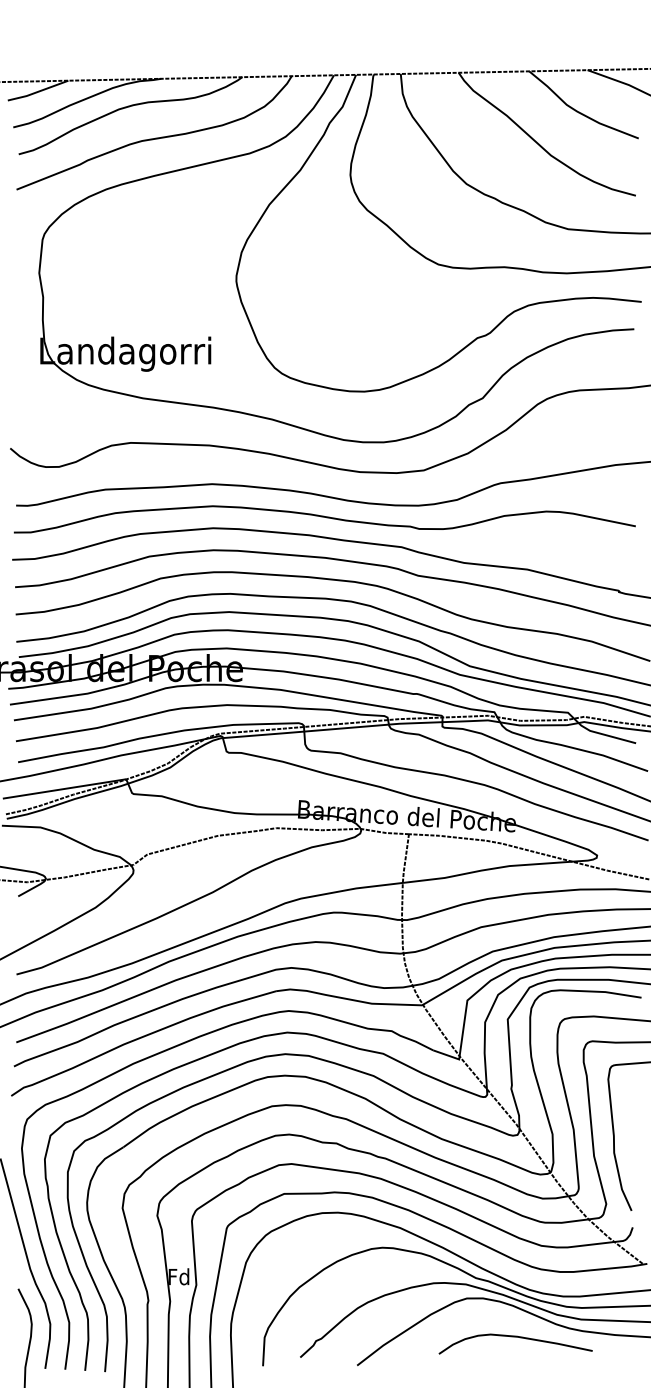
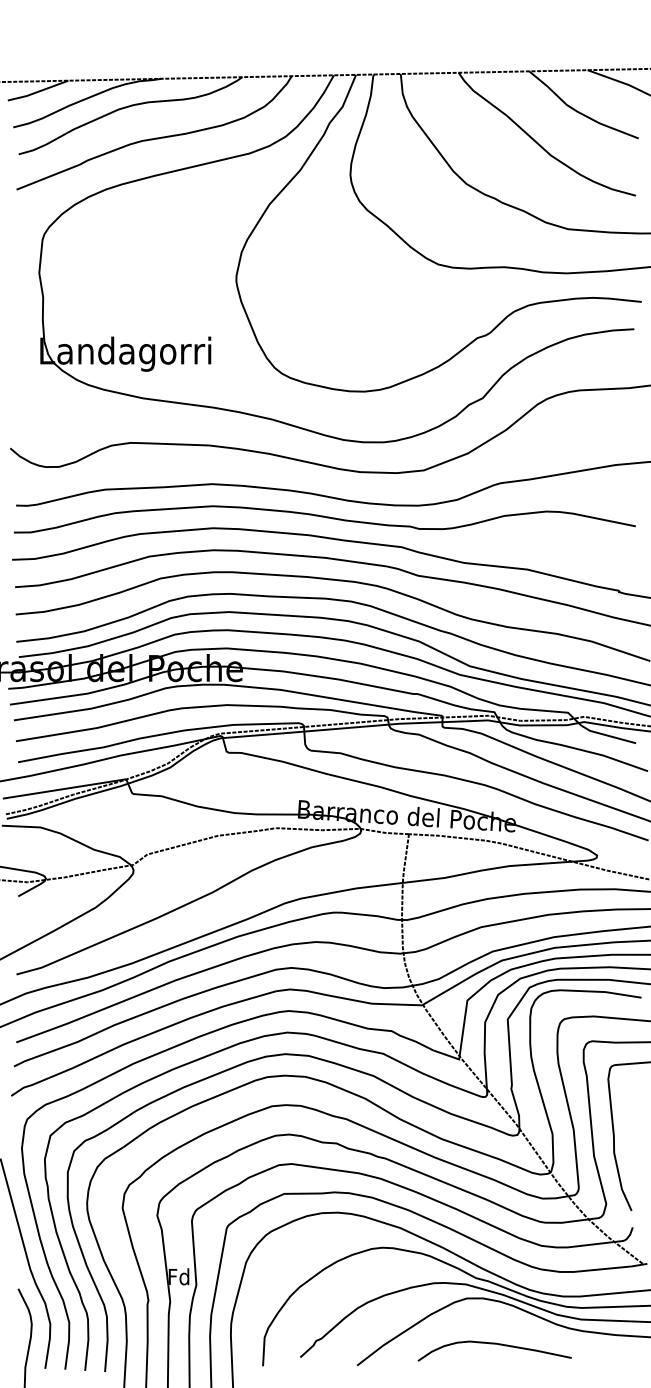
curve at (515, 1337) position: (515, 1337) -> (494, 1344)
